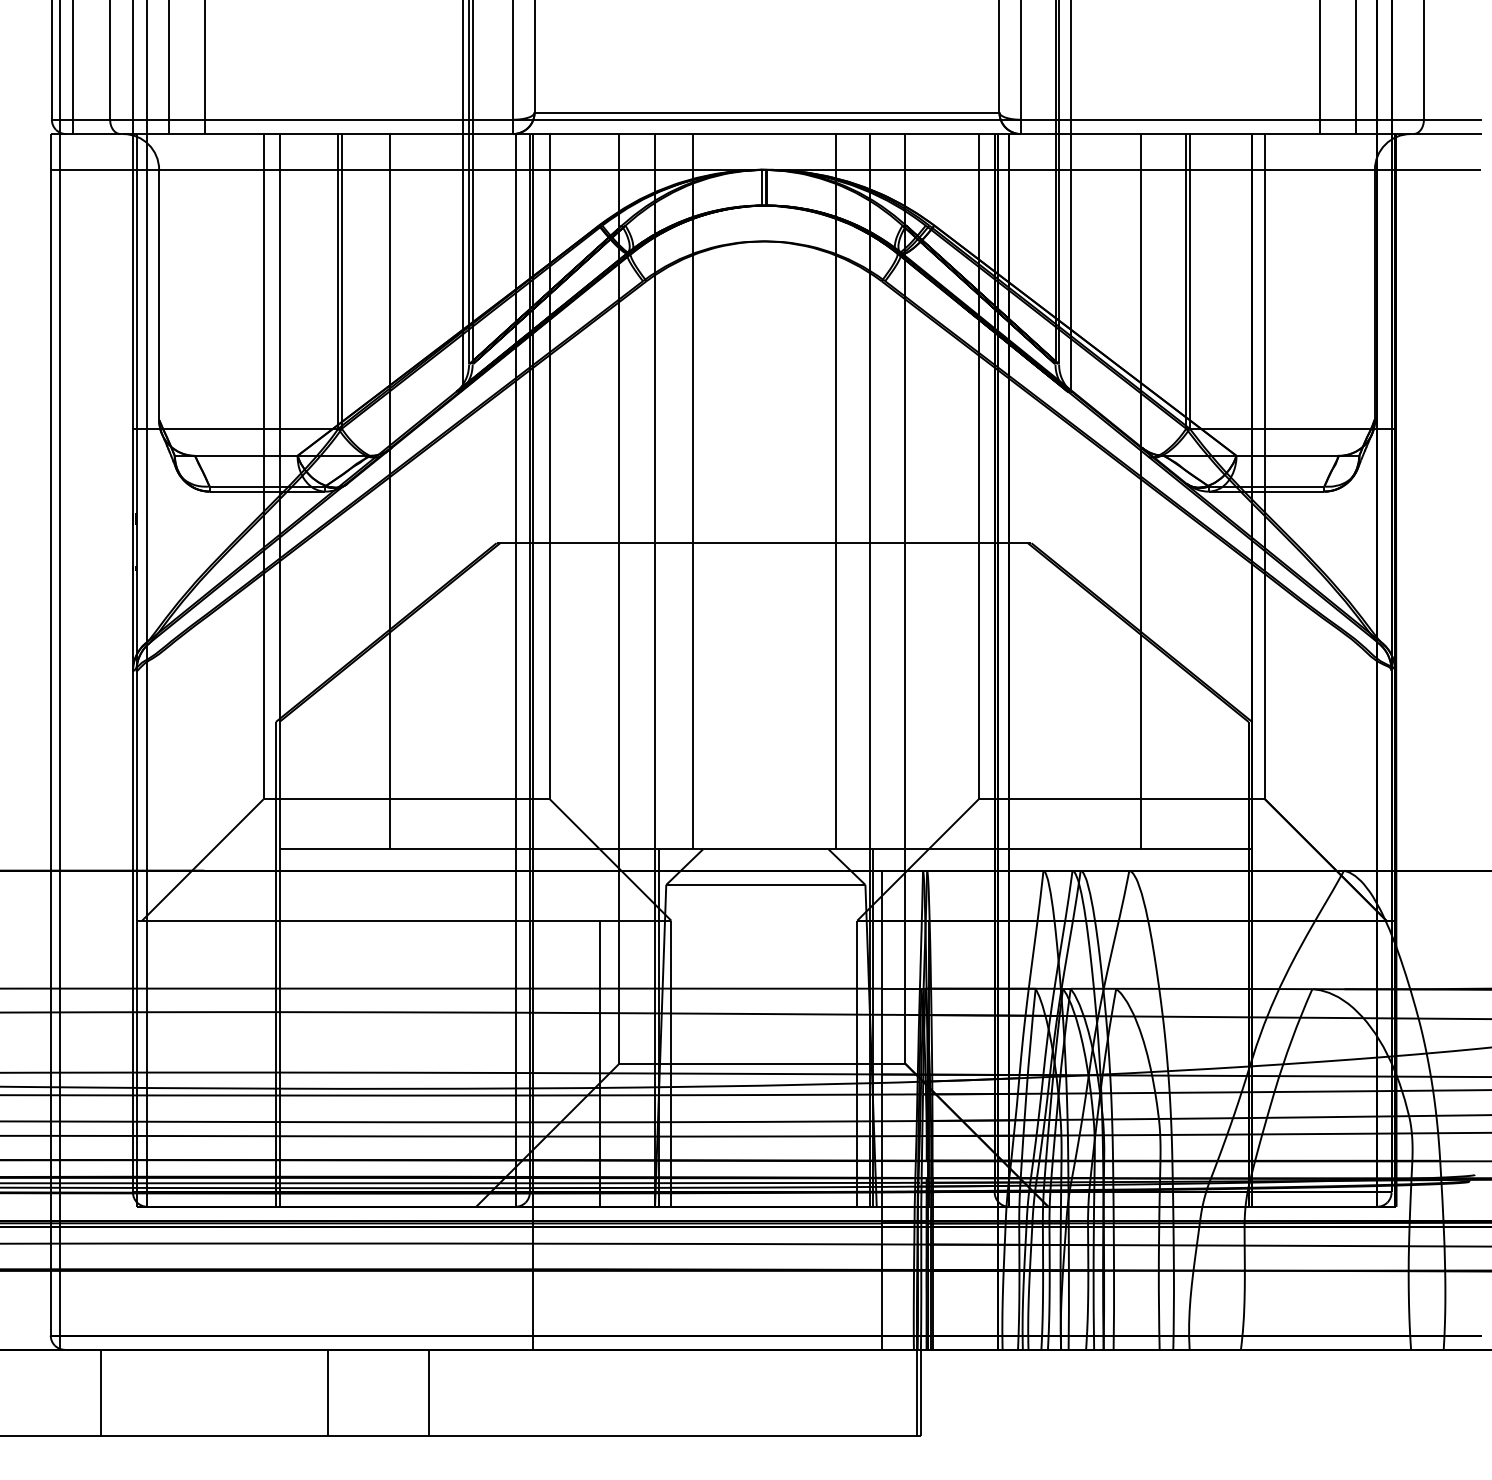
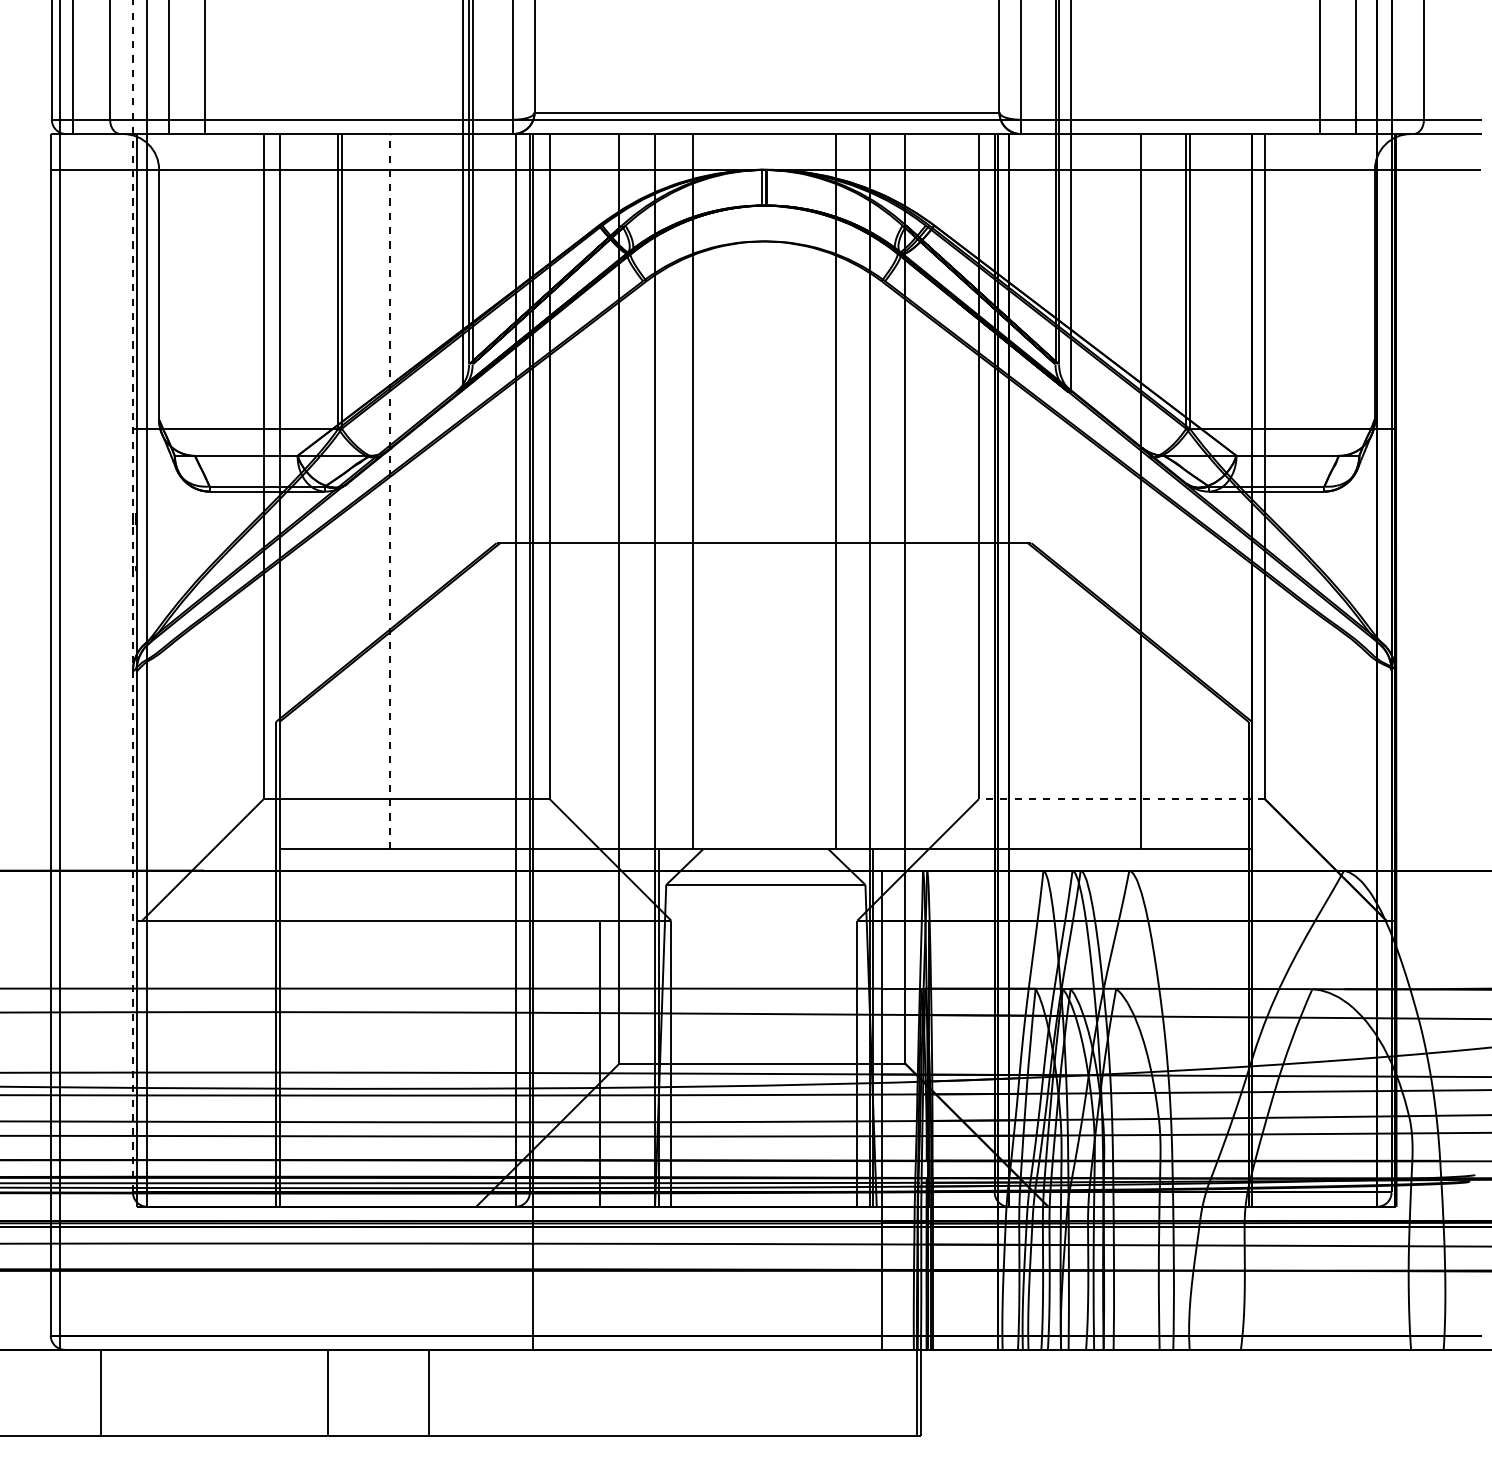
line at (390, 491): solid -> dashed
line at (132, 596): solid -> dashed
line at (1121, 799): solid -> dashed
